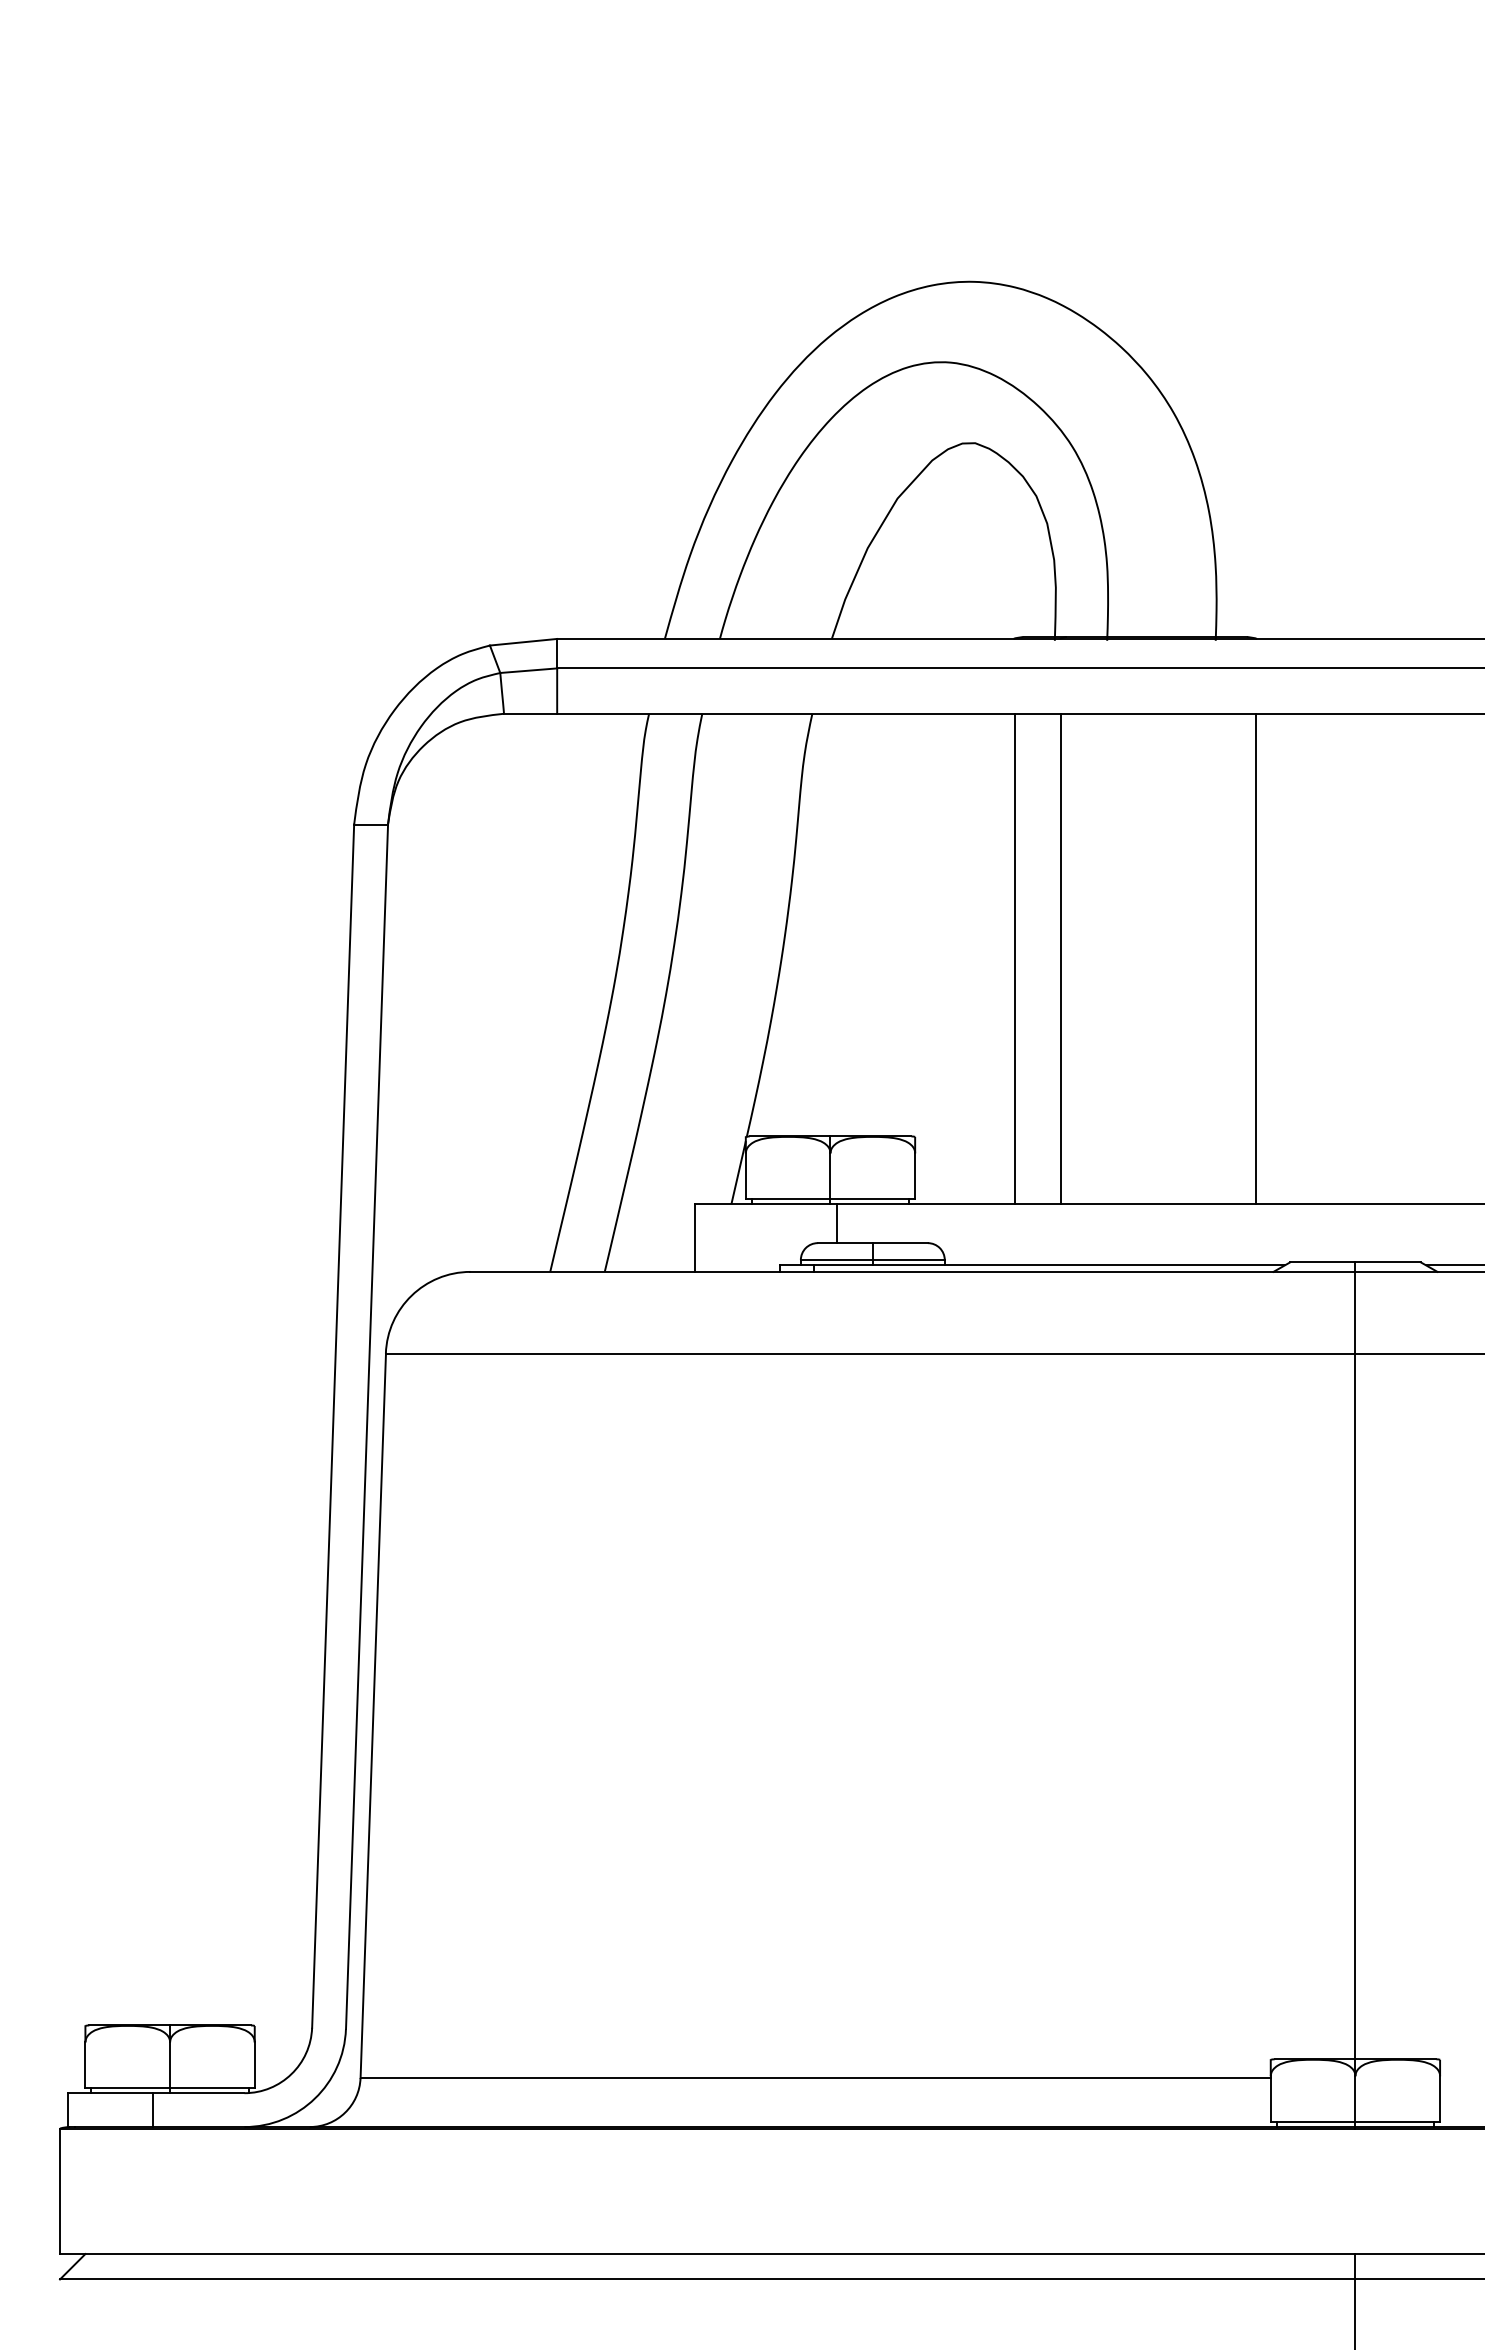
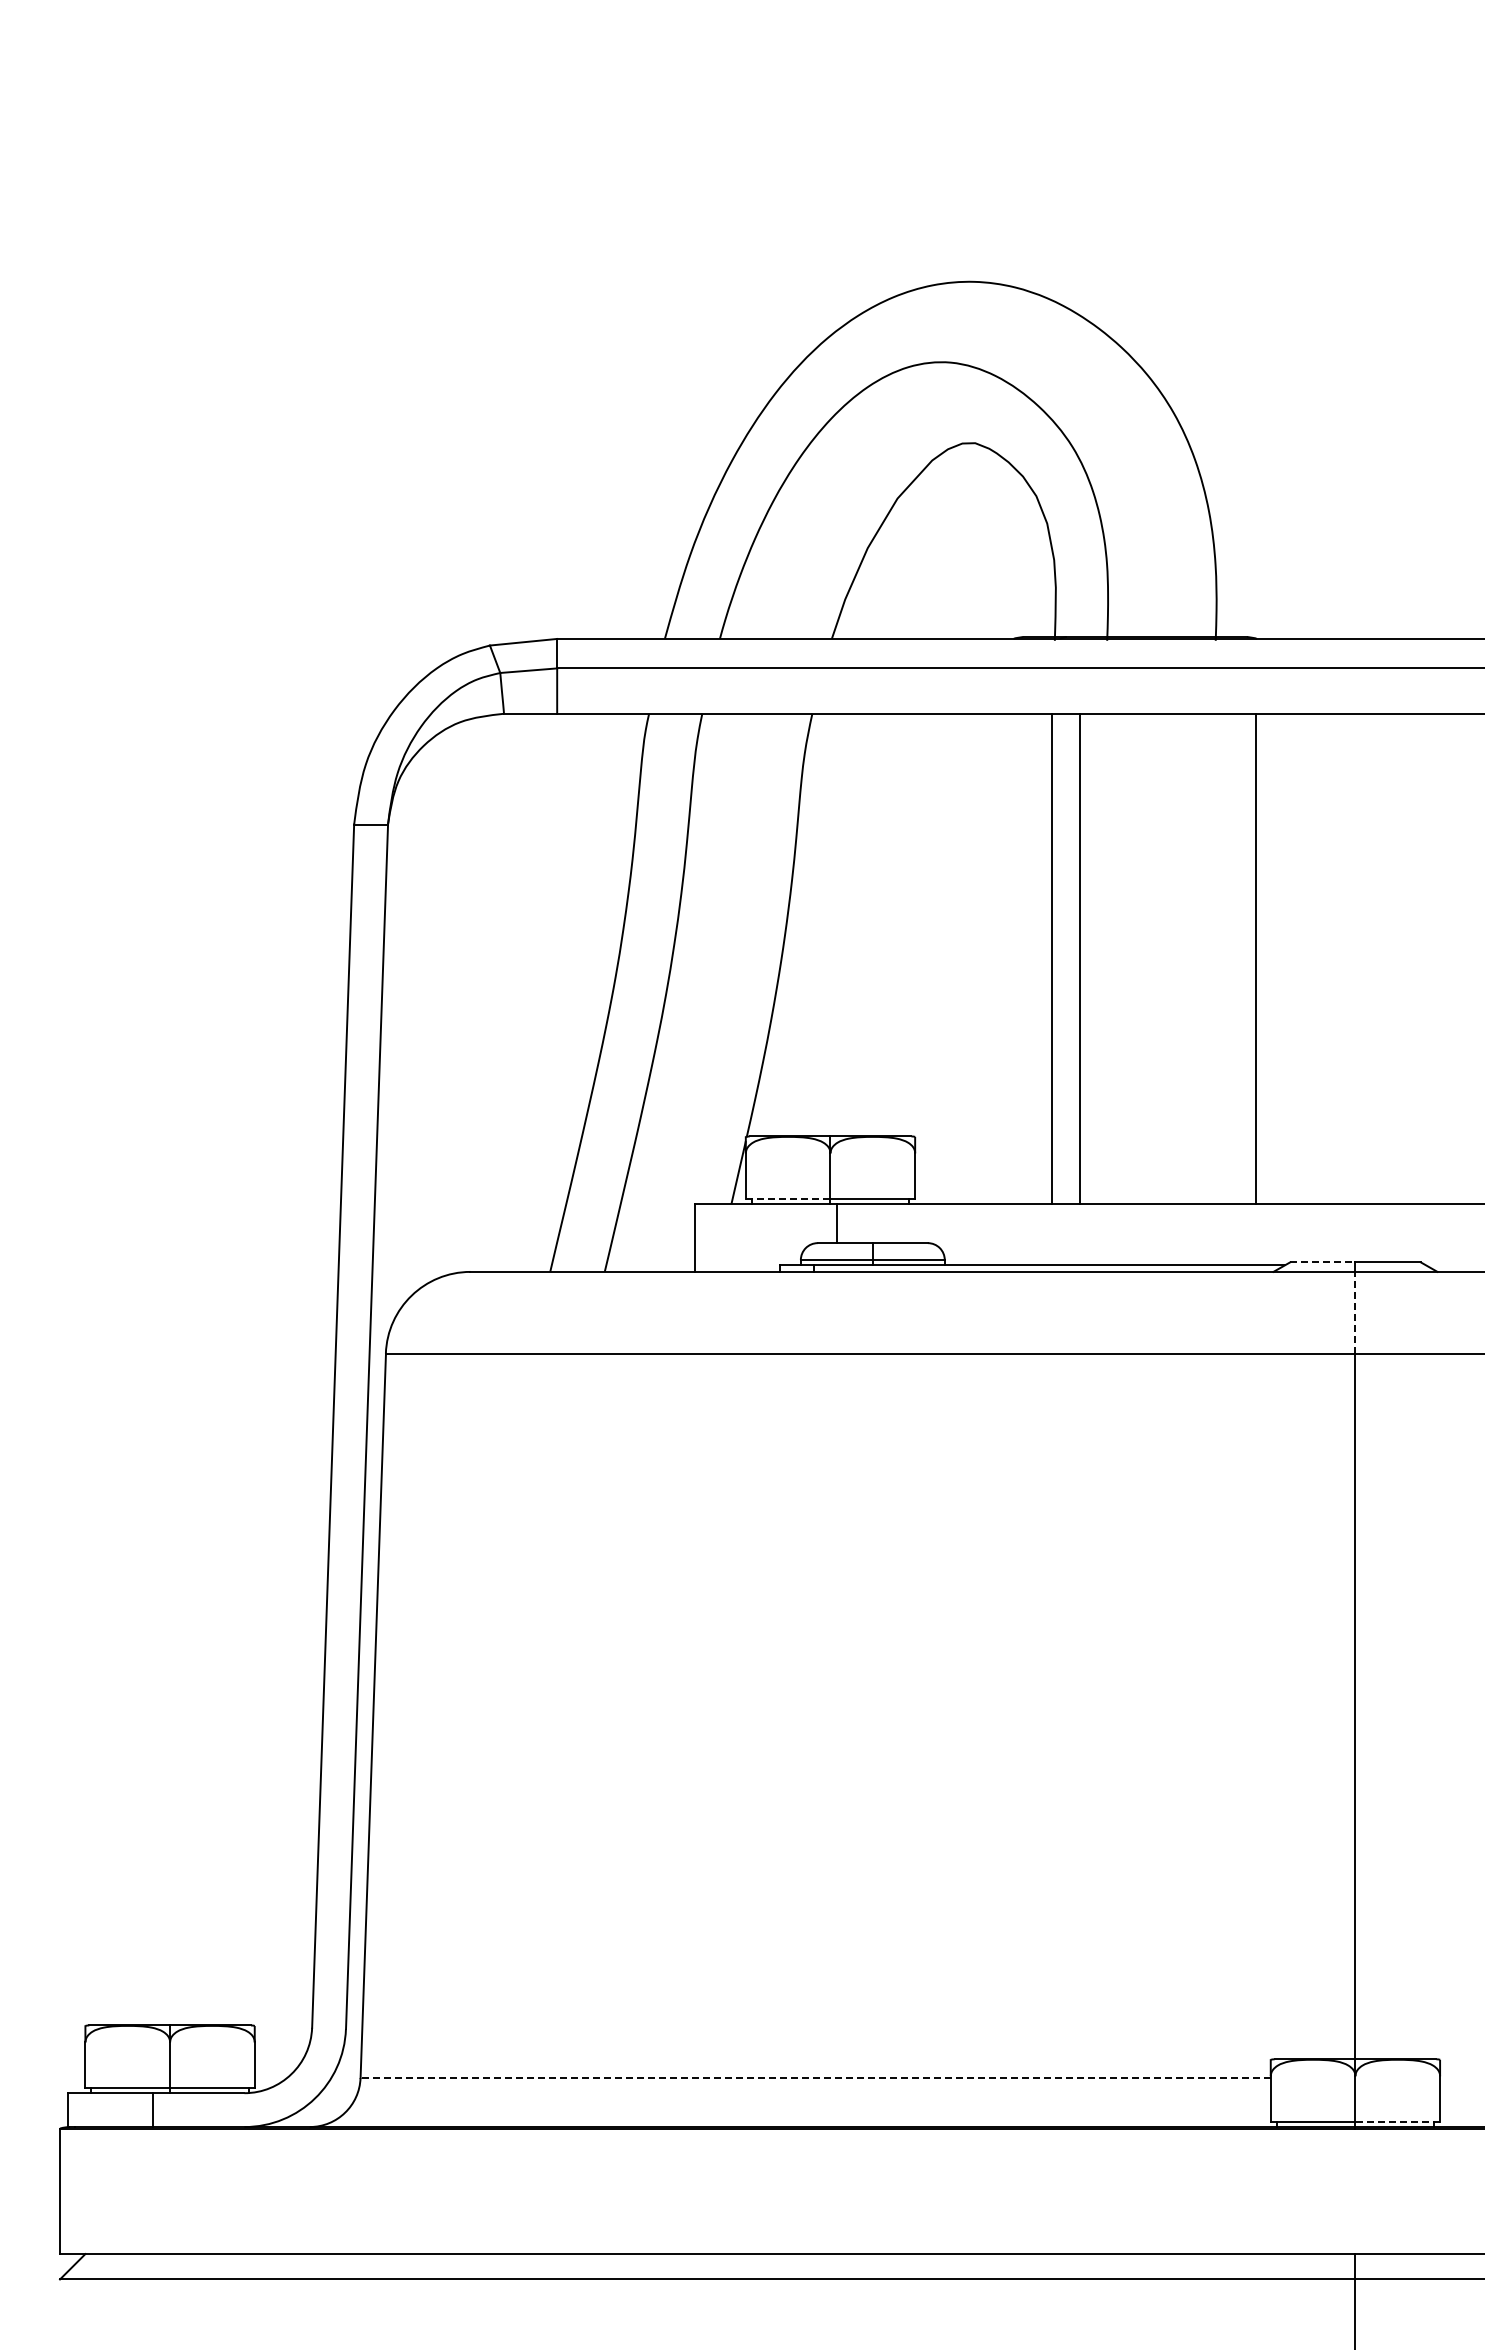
line at (1015, 958) position: (1015, 958) -> (1052, 958)
line at (1060, 958) position: (1060, 958) -> (1079, 958)
line at (787, 1199): solid -> dashed
line at (1322, 1262): solid -> dashed
line at (1453, 1265): present -> none
line at (1355, 1312): solid -> dashed
line at (815, 2078): solid -> dashed
line at (1397, 2121): solid -> dashed
